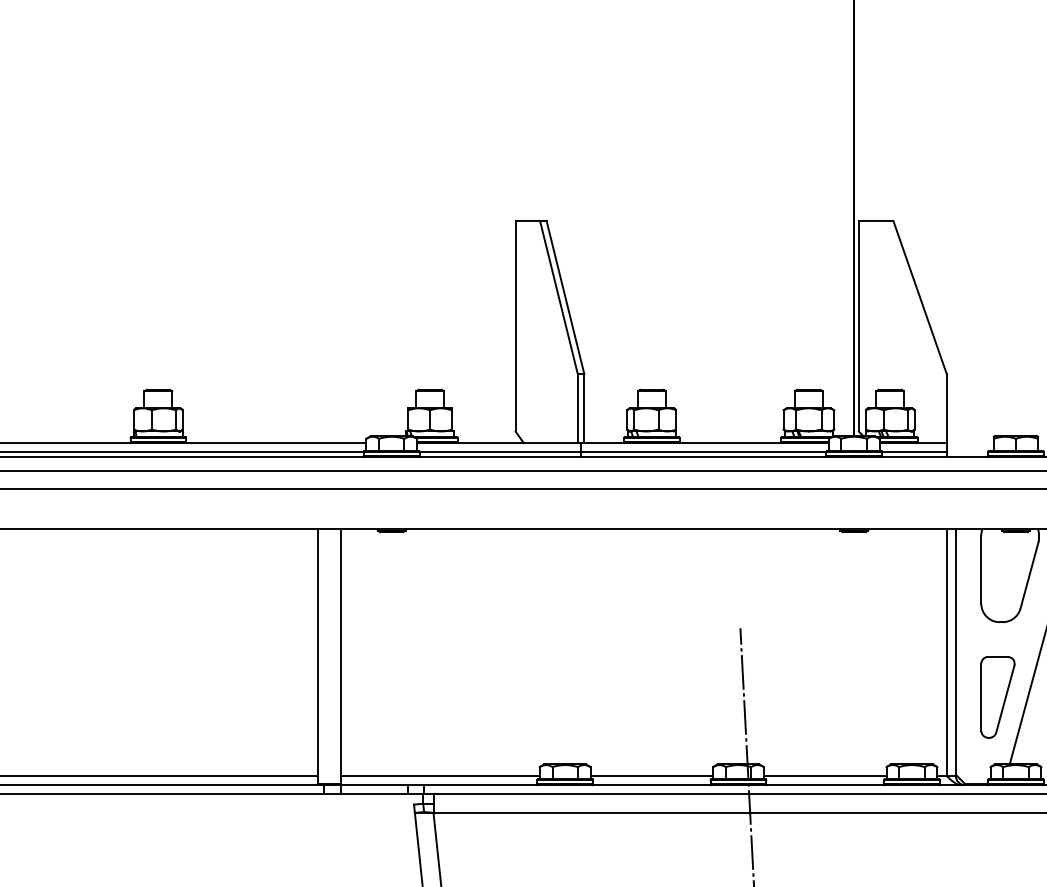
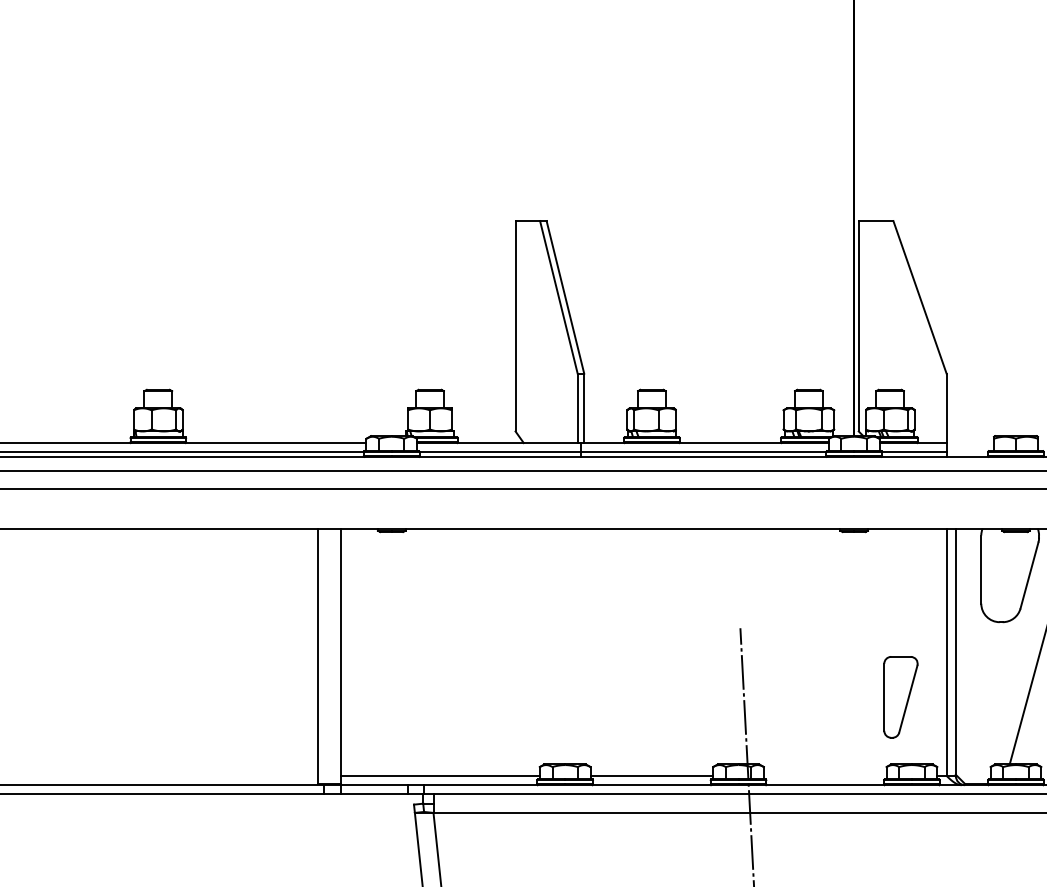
part at (997, 697) position: (997, 697) -> (900, 697)
line at (159, 775): present -> none
line at (824, 775): present -> none
